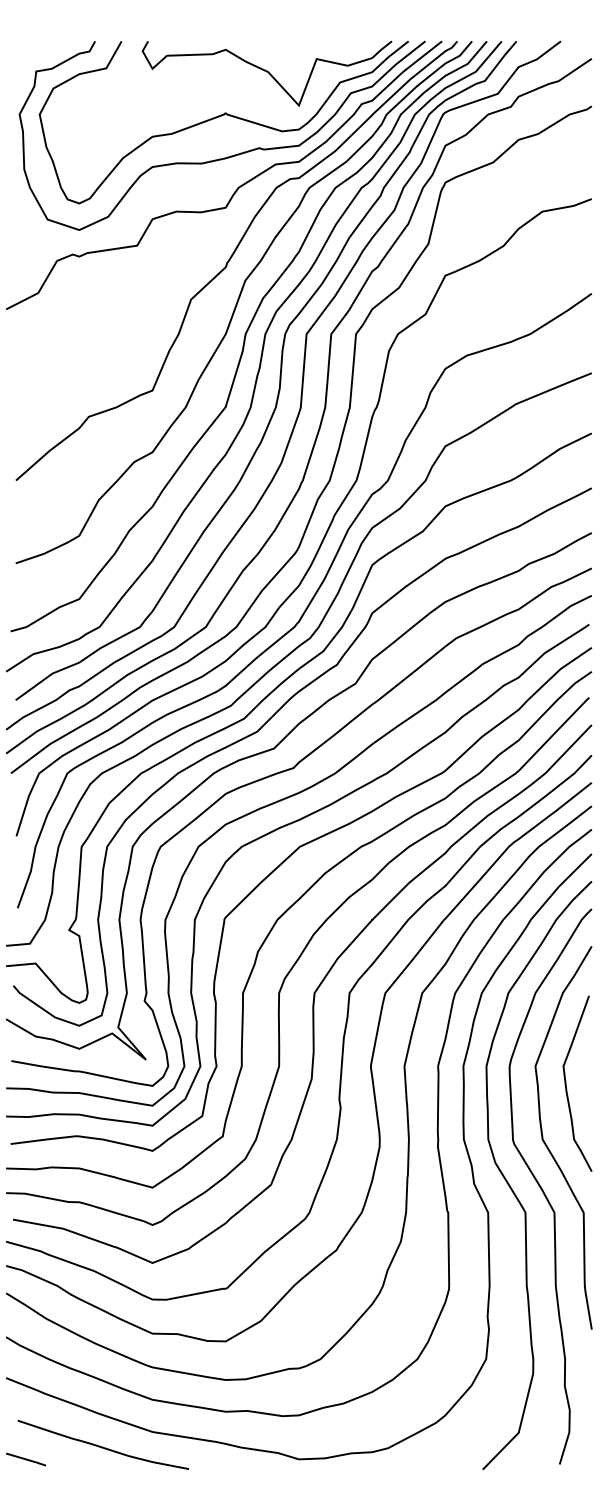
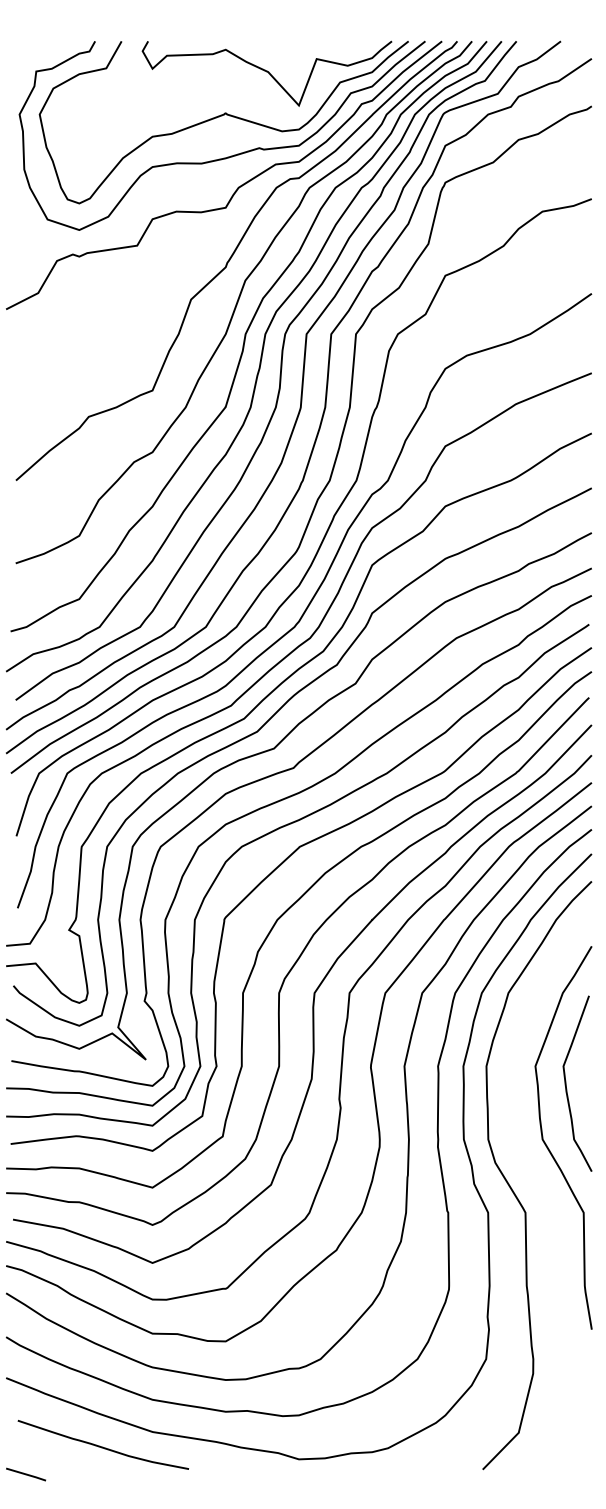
curve at (544, 1191): present -> none
line at (25, 1459) position: (25, 1459) -> (25, 1474)
